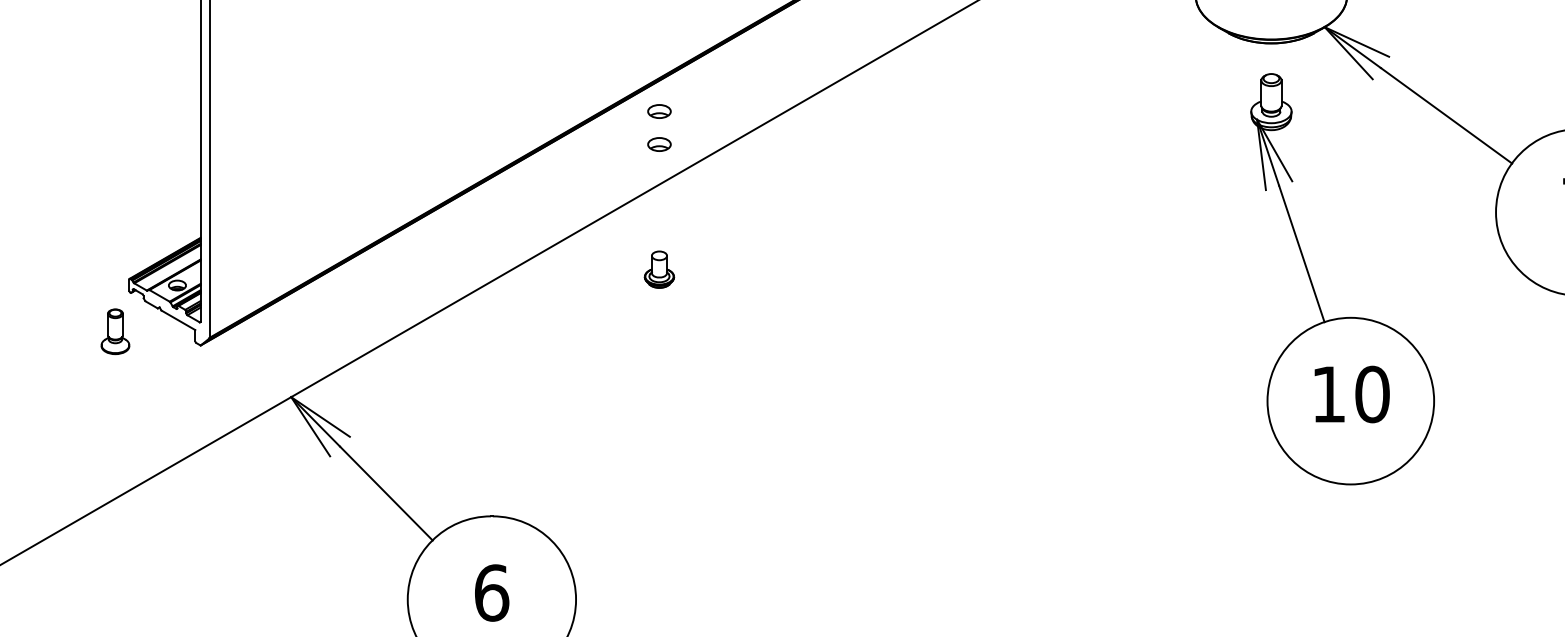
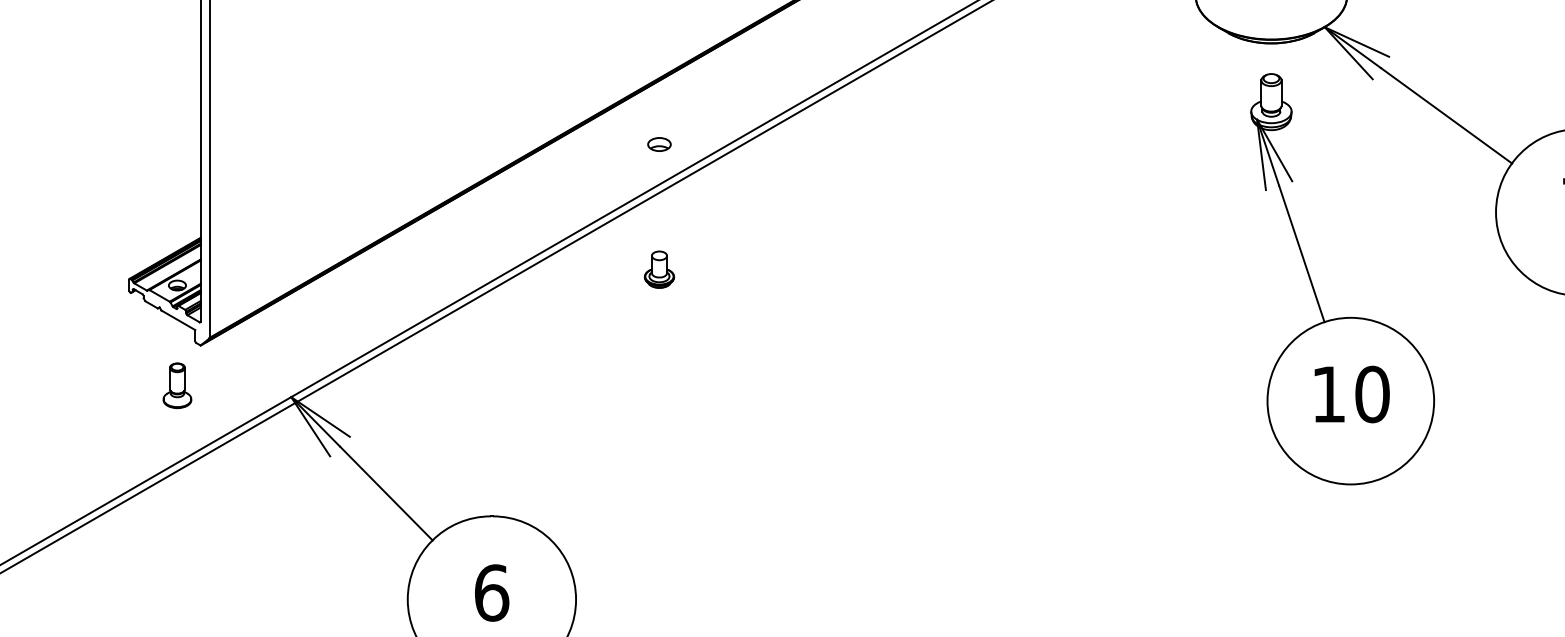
part at (659, 111): present -> none
line at (495, 287): none -> present
part at (115, 331) position: (115, 331) -> (177, 385)
